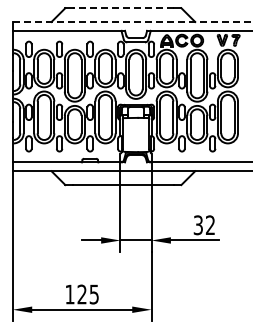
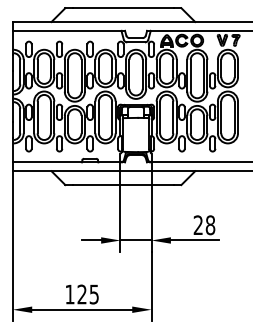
line at (122, 8): dashed -> solid
line at (132, 22): dashed -> solid
text at (204, 225): 32 -> 28
